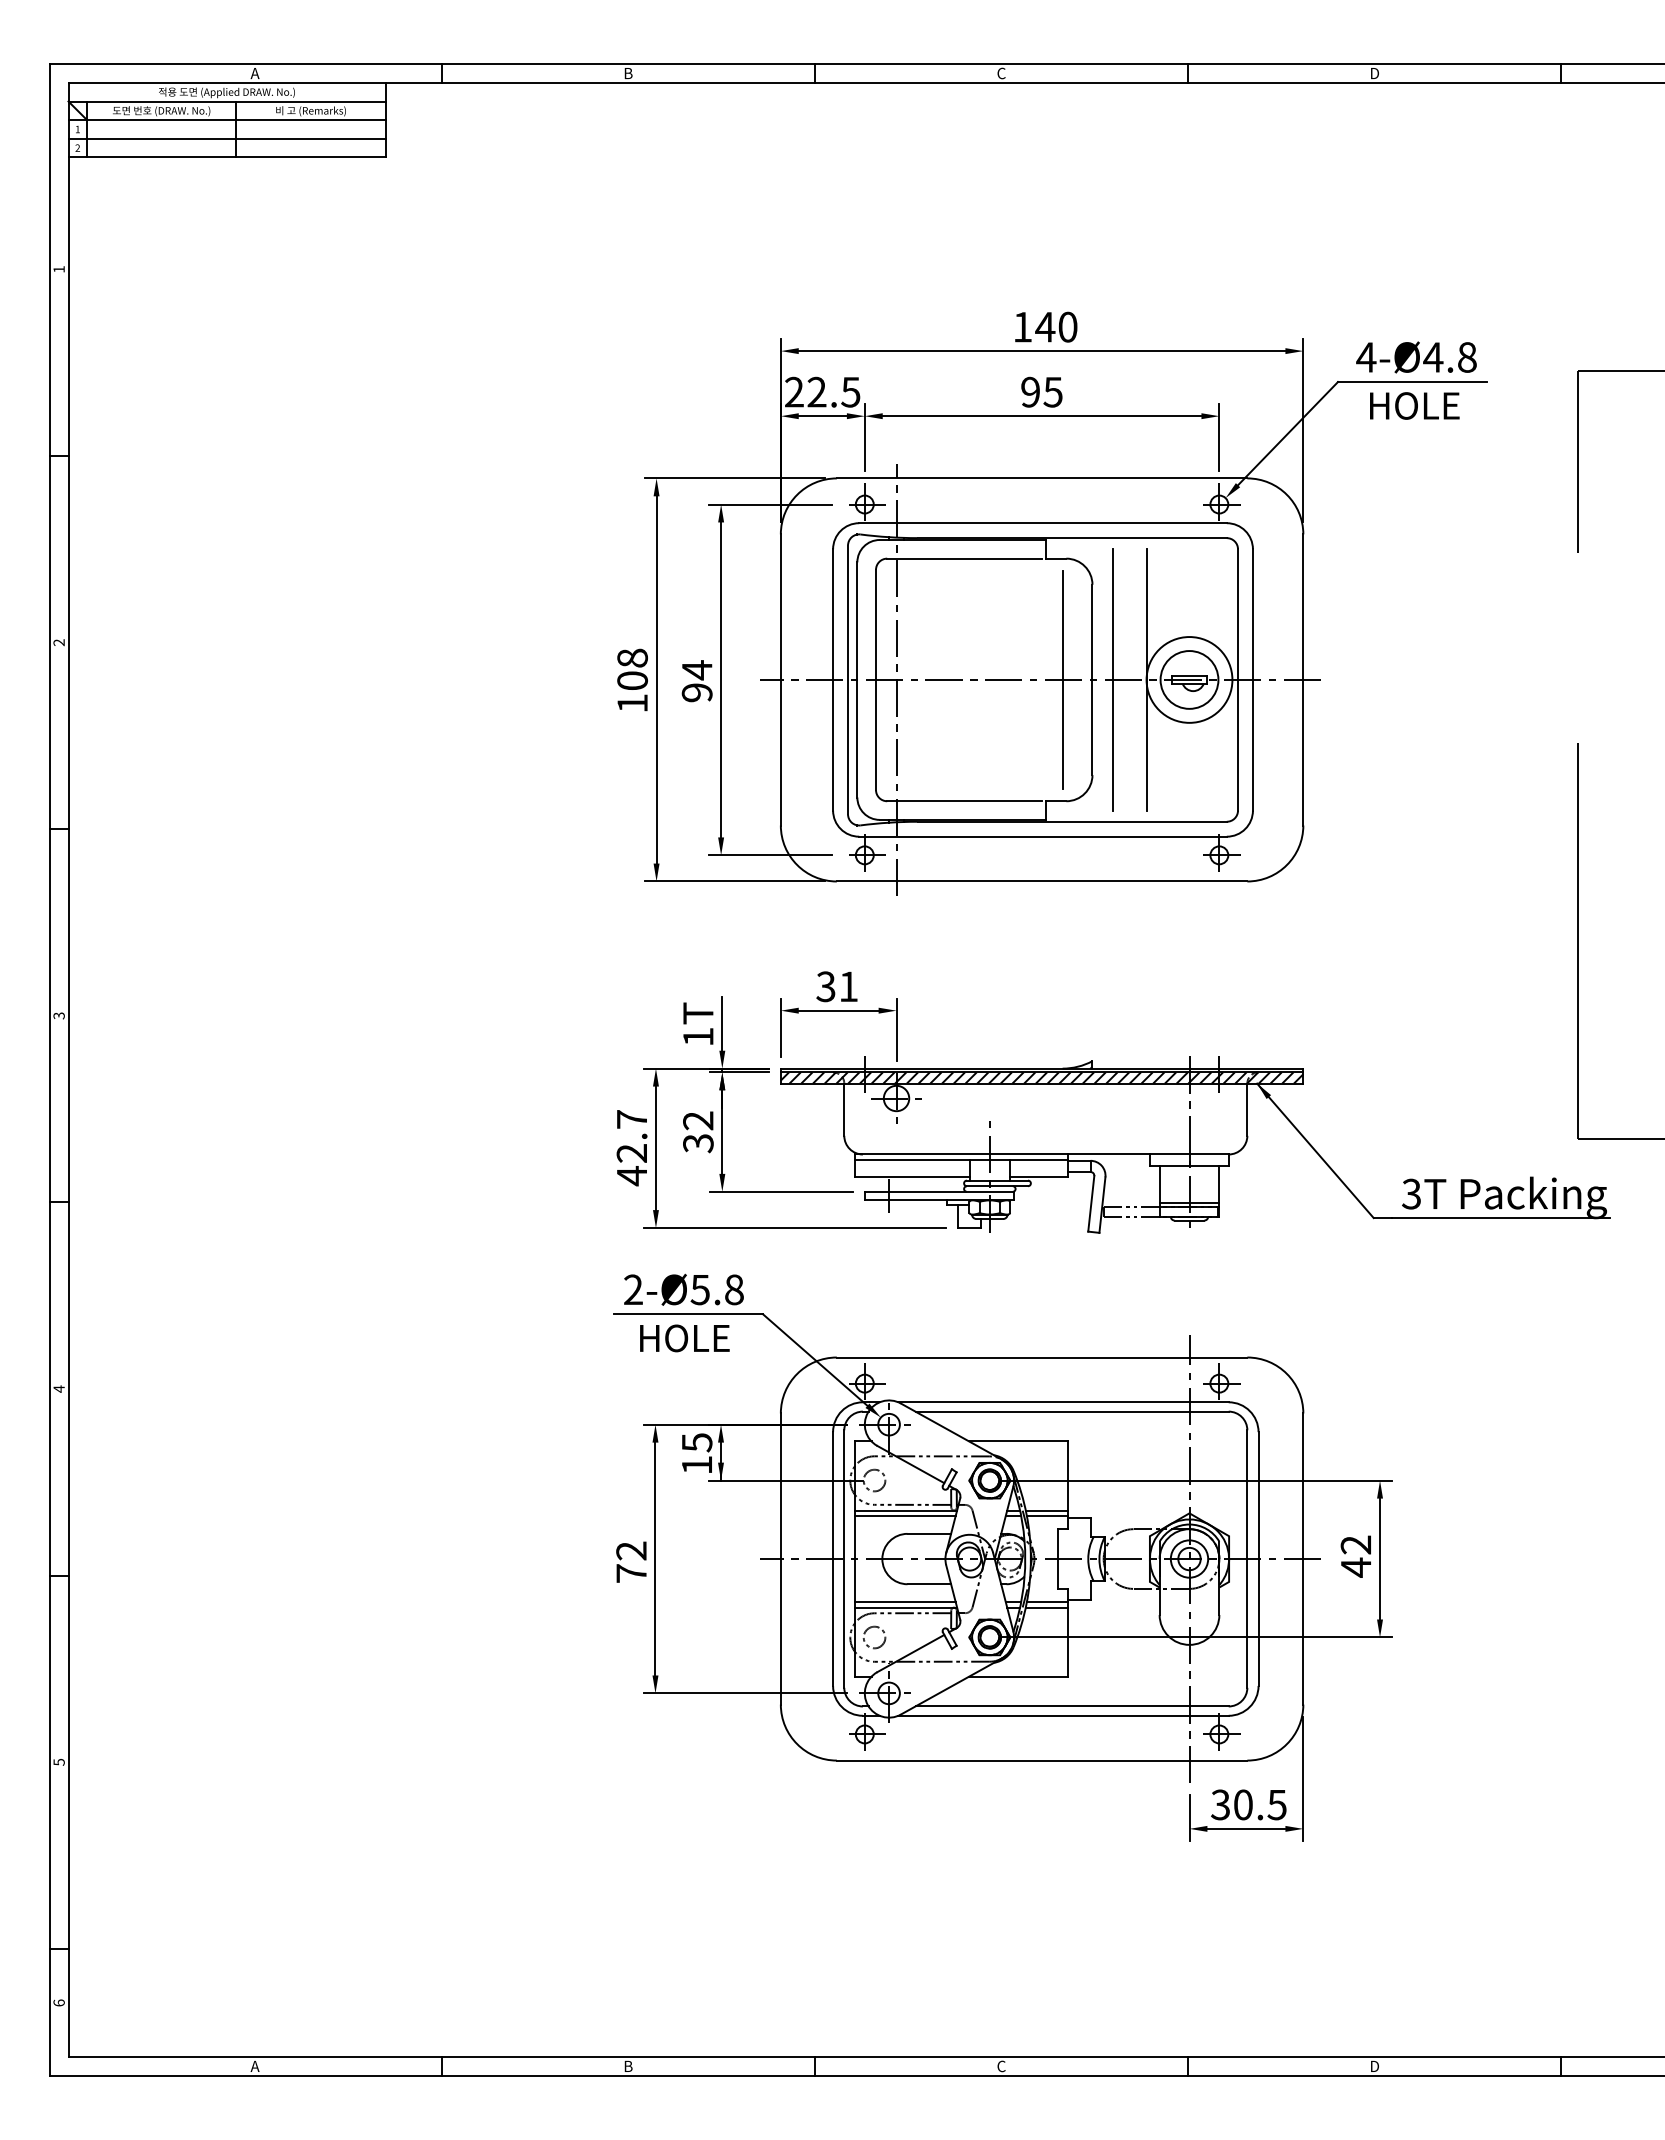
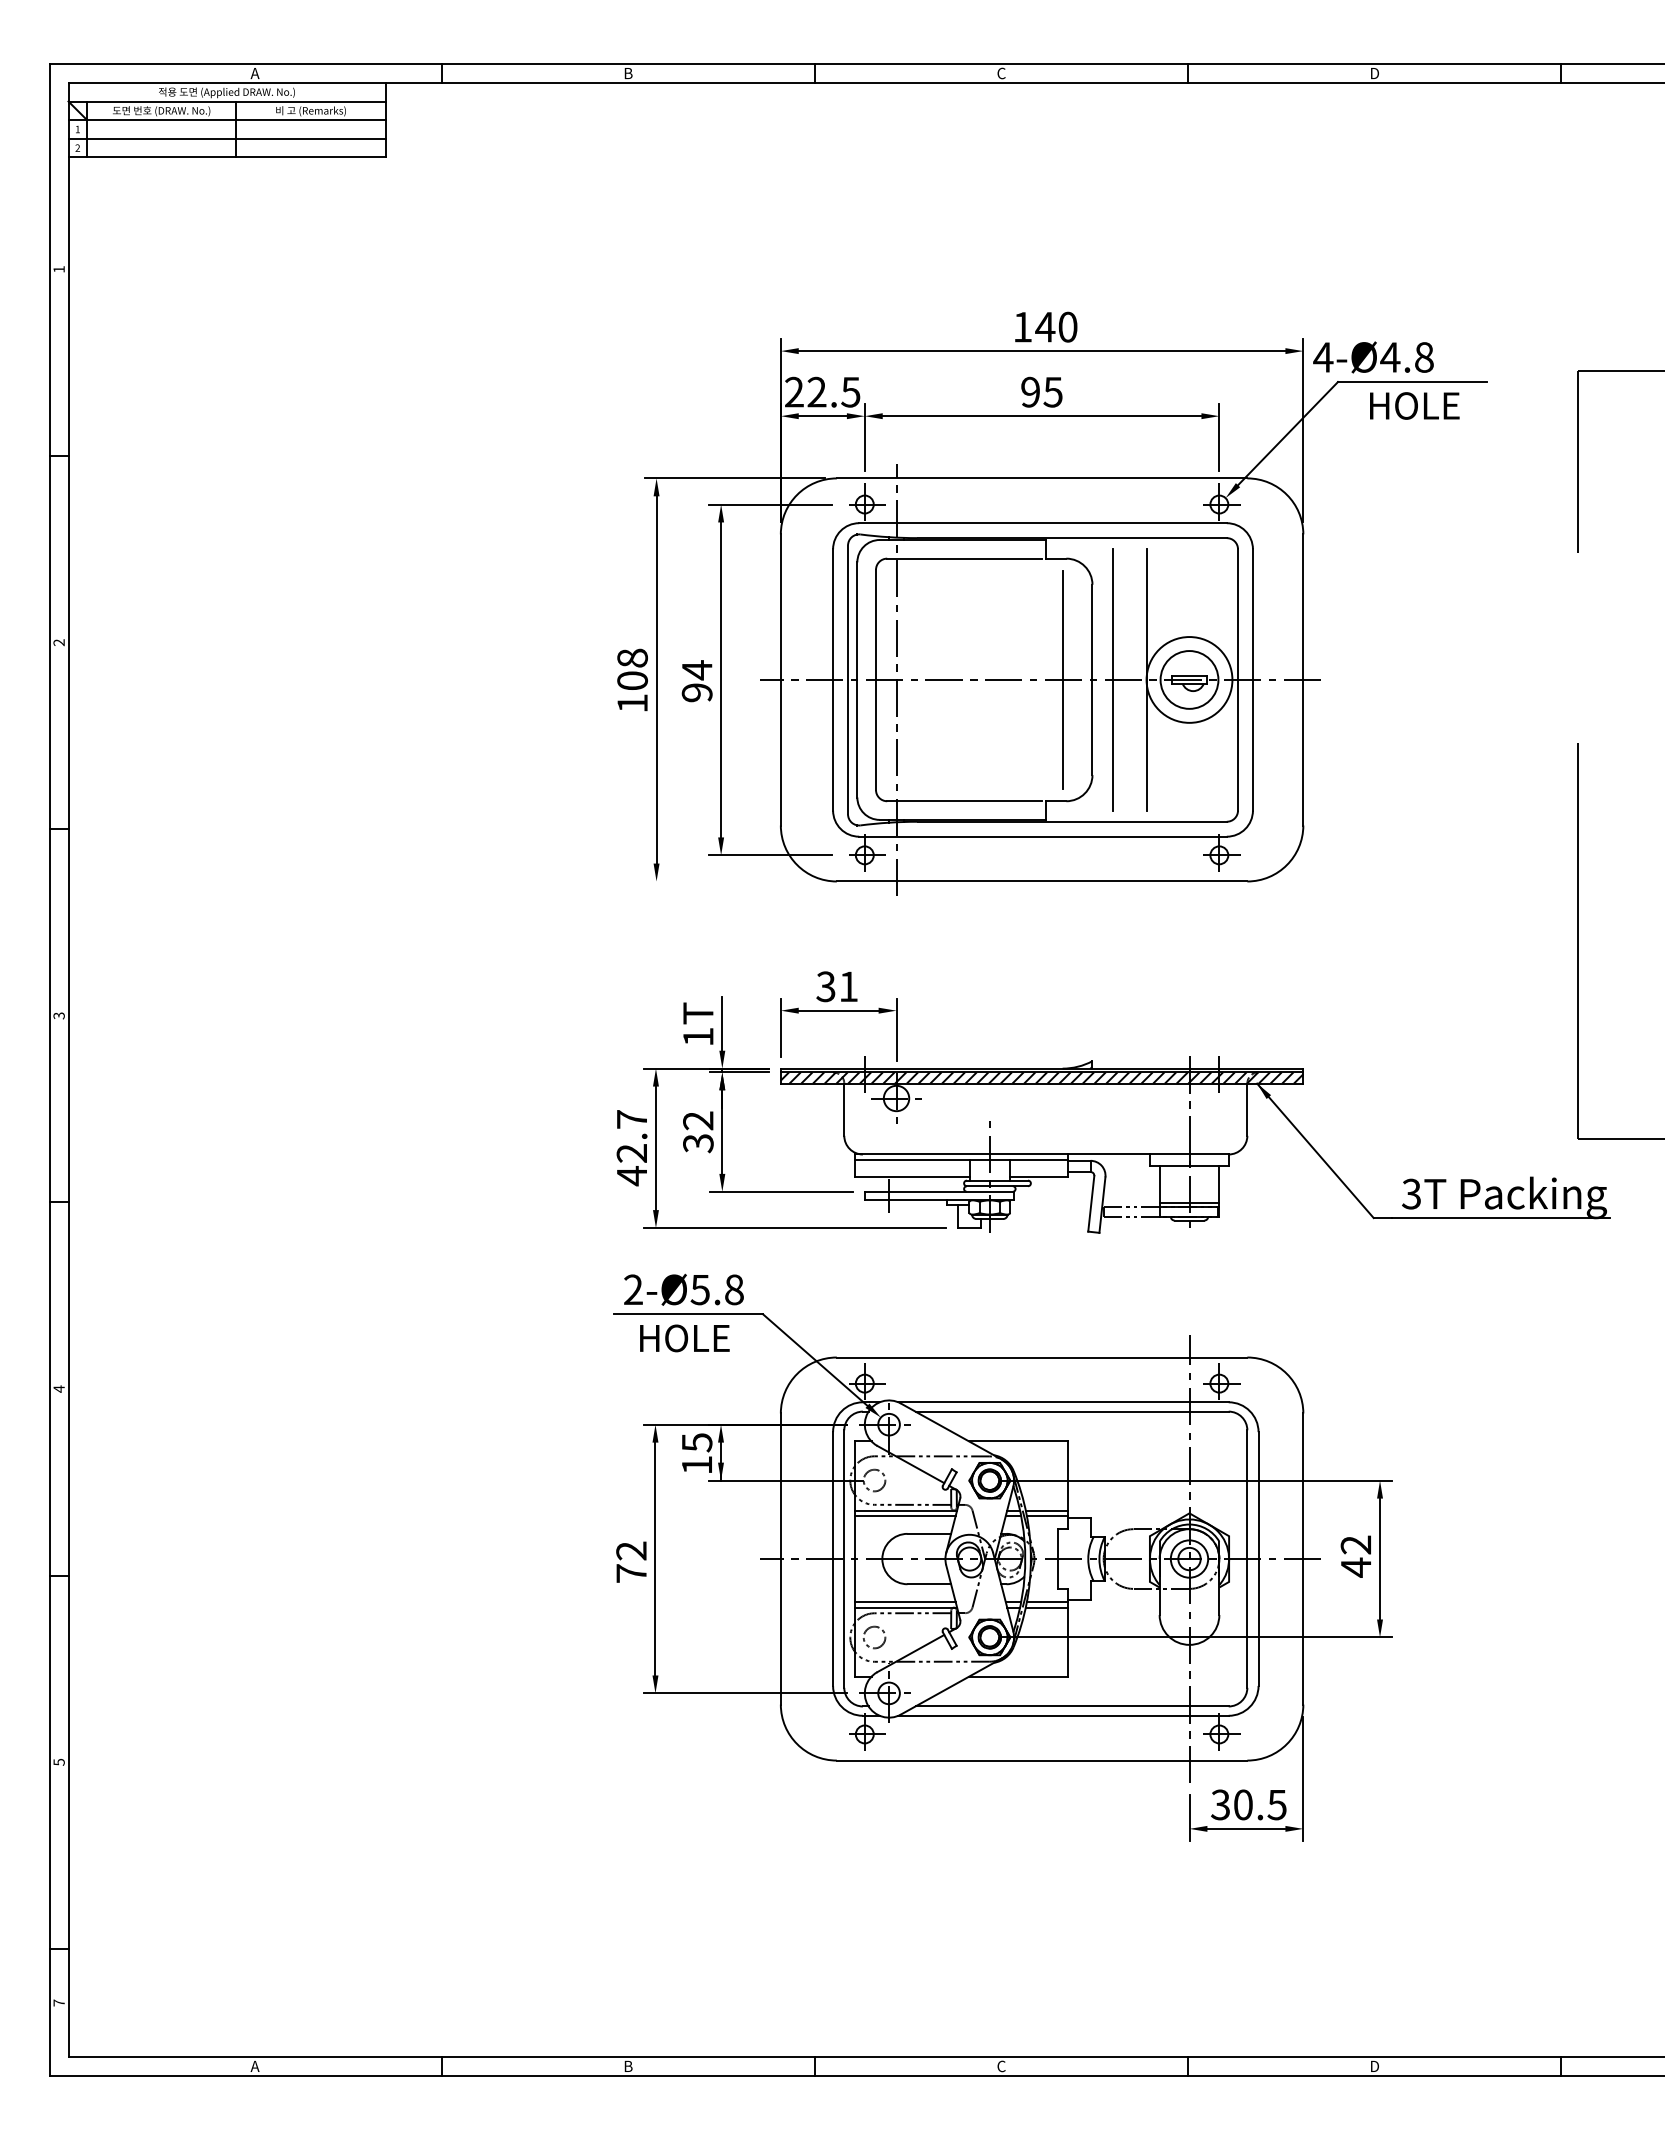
text at (1416, 357) position: (1416, 357) -> (1373, 357)
line at (734, 881): present -> none
text at (58, 2002): 6 -> 7
